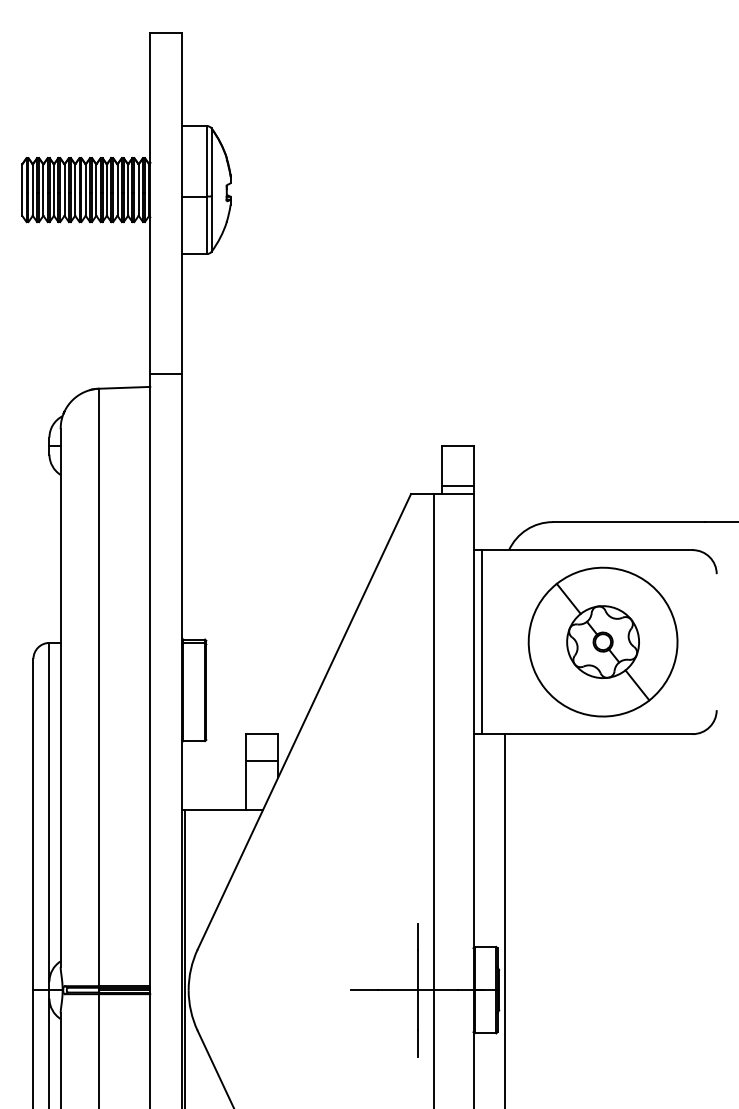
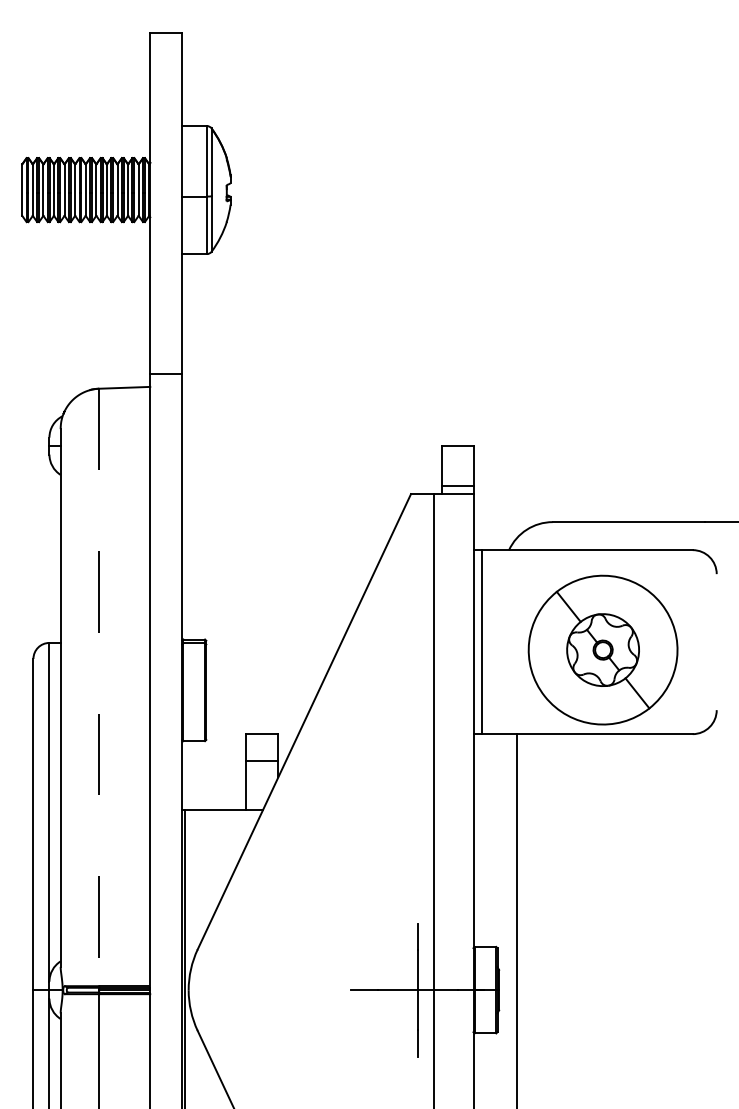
part at (602, 641) position: (602, 641) -> (602, 649)
line at (99, 687): solid -> dashed
line at (504, 919) position: (504, 919) -> (516, 919)
